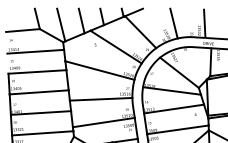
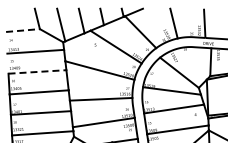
line at (22, 30): solid -> dashed
line at (37, 71): solid -> dashed
